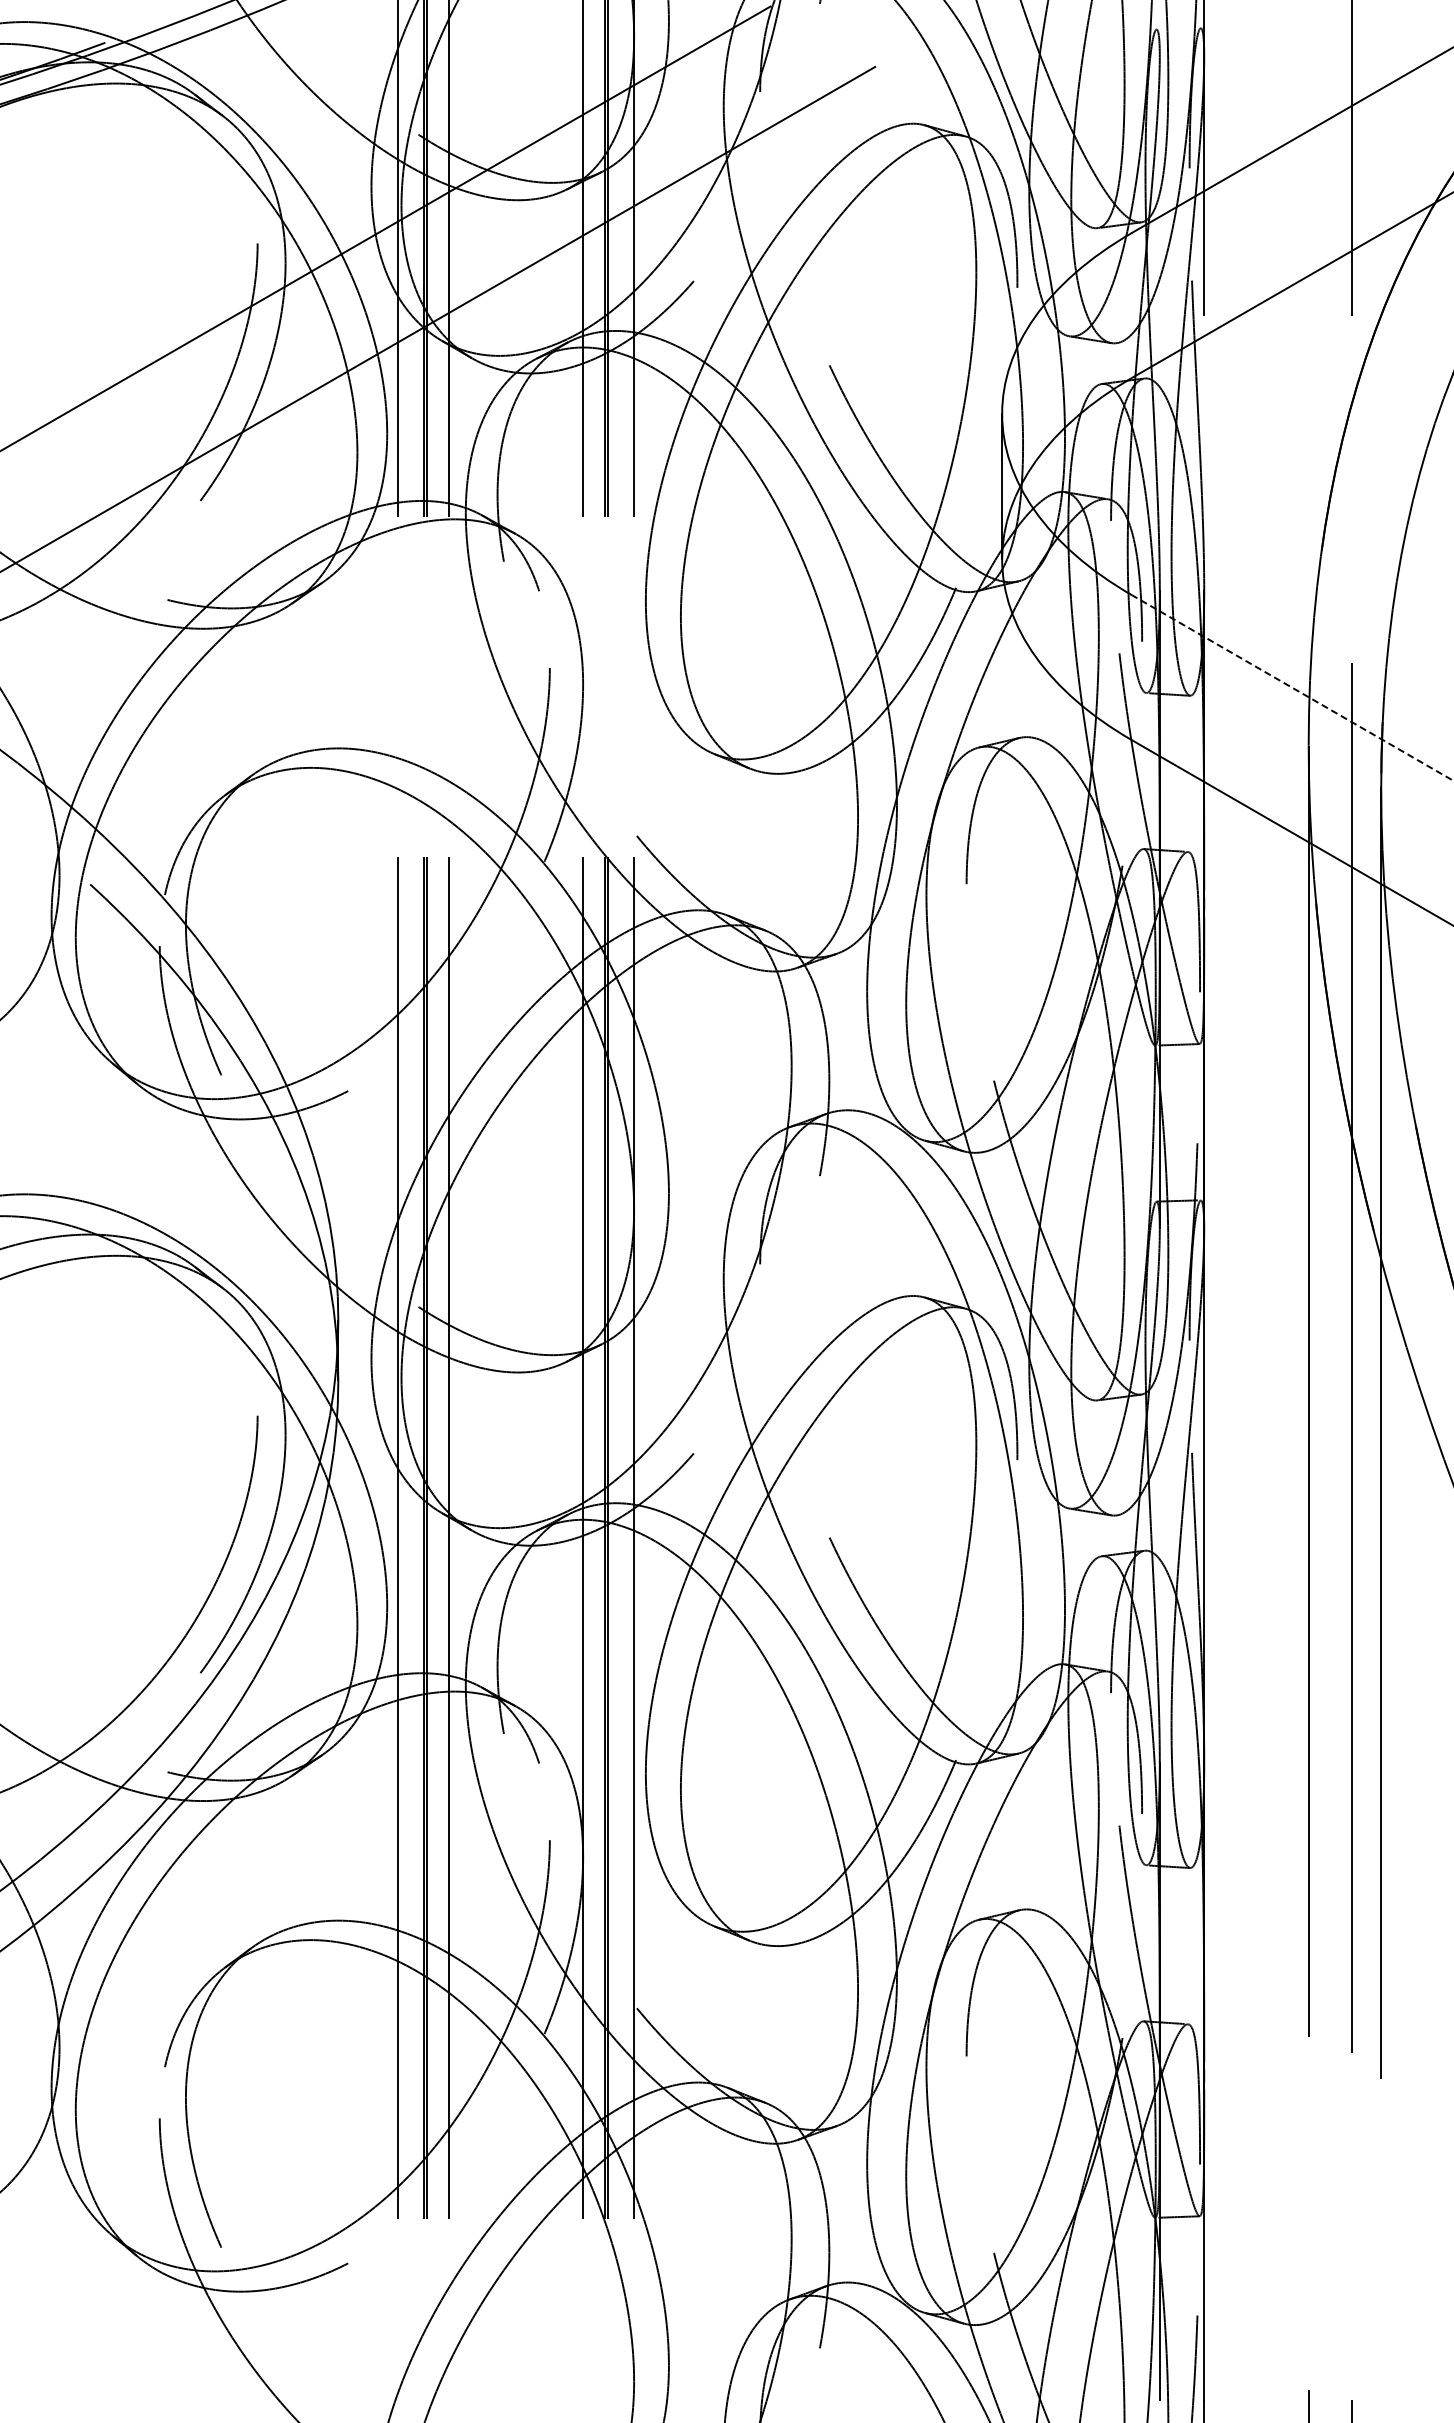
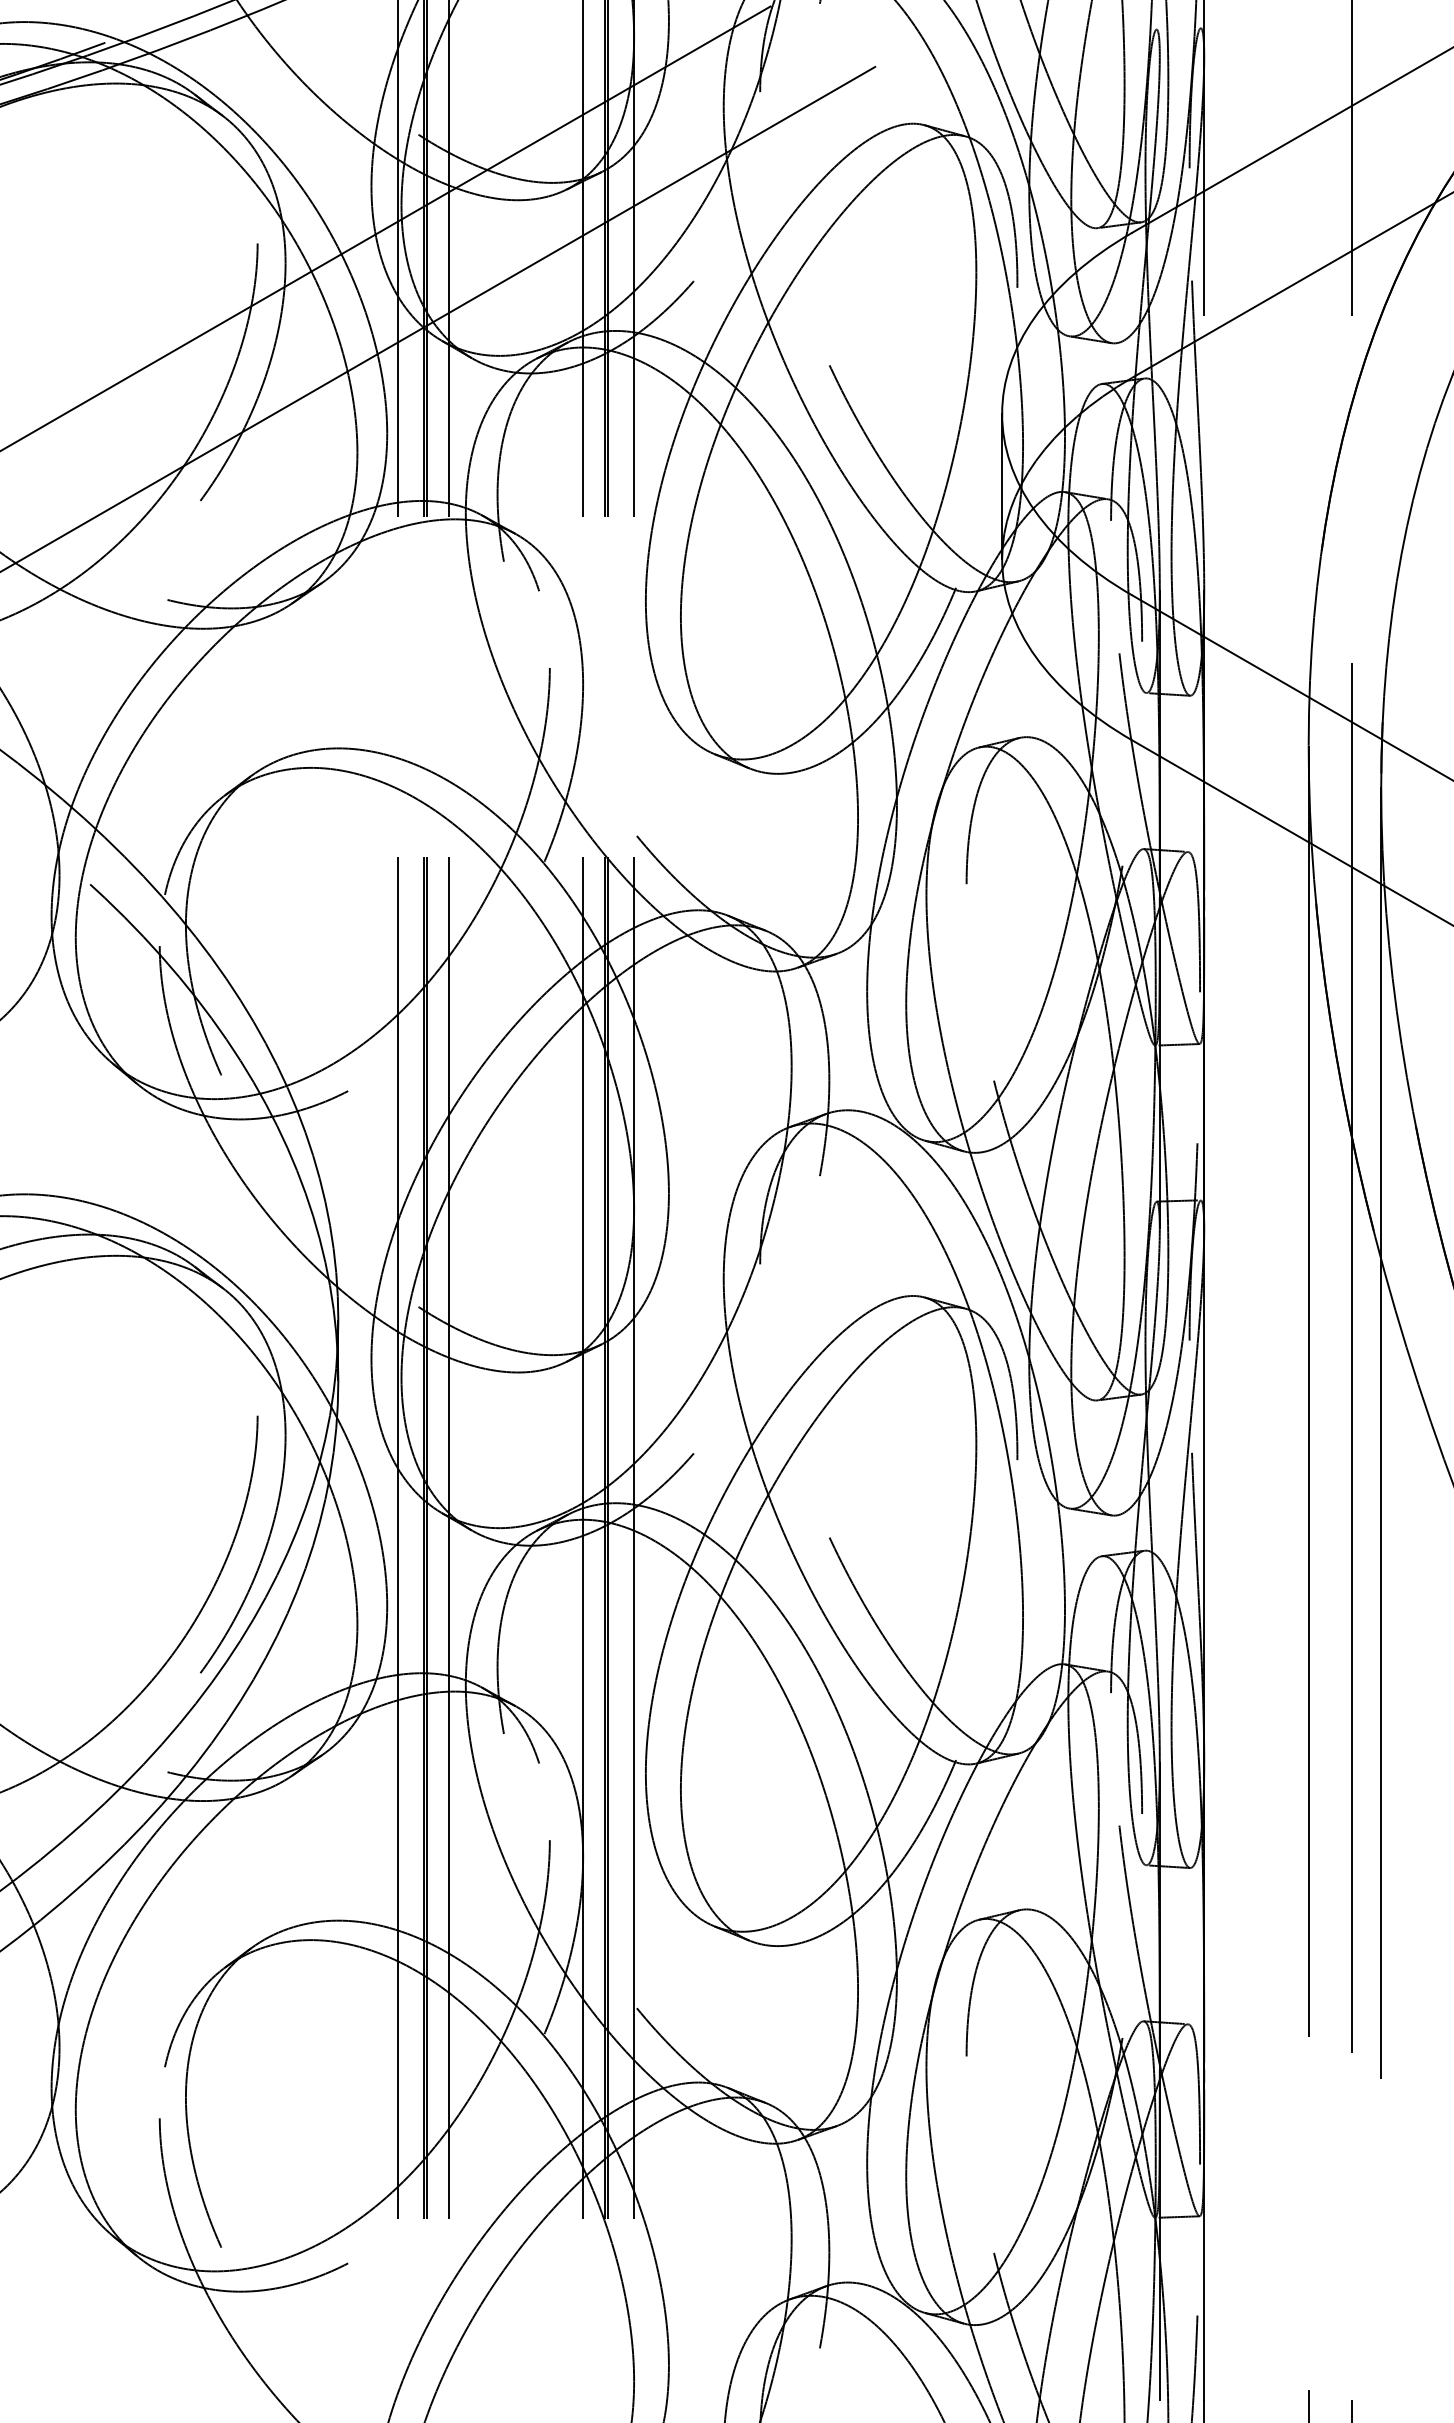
line at (1292, 687): dashed -> solid
